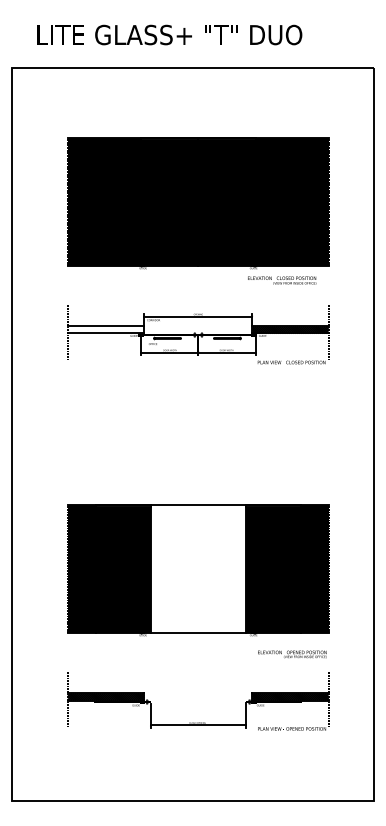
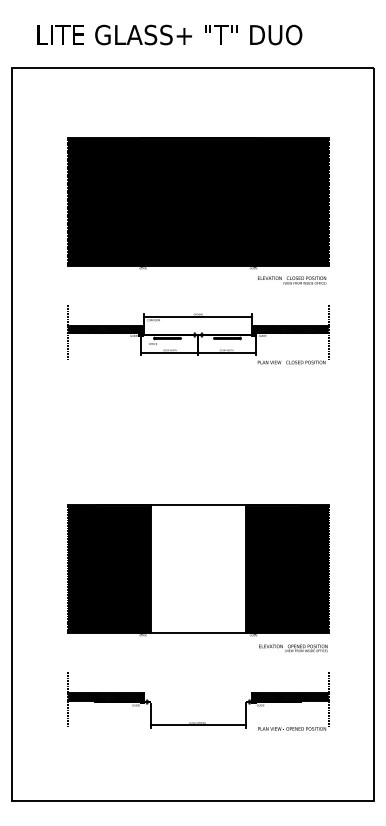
text at (282, 280) position: (282, 280) -> (292, 280)
hatch at (106, 329): none -> present
text at (292, 654) position: (292, 654) -> (293, 648)
